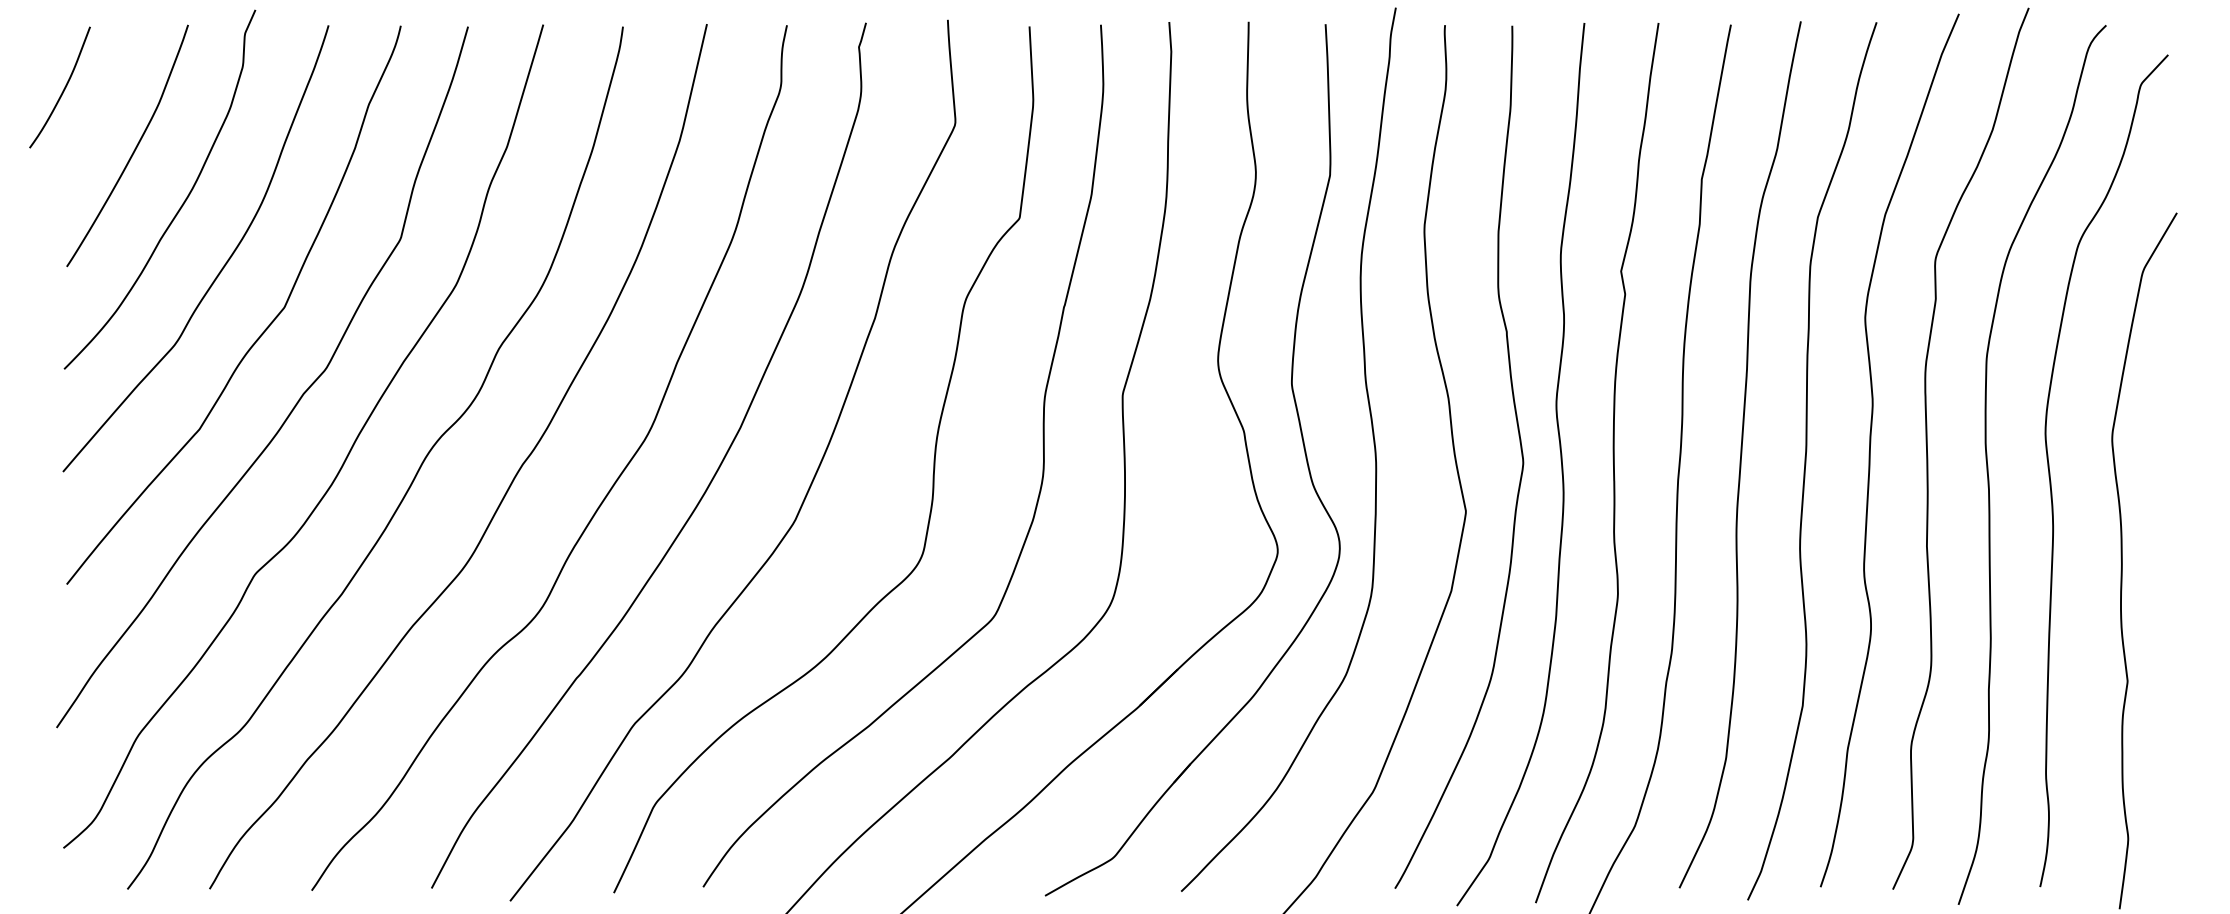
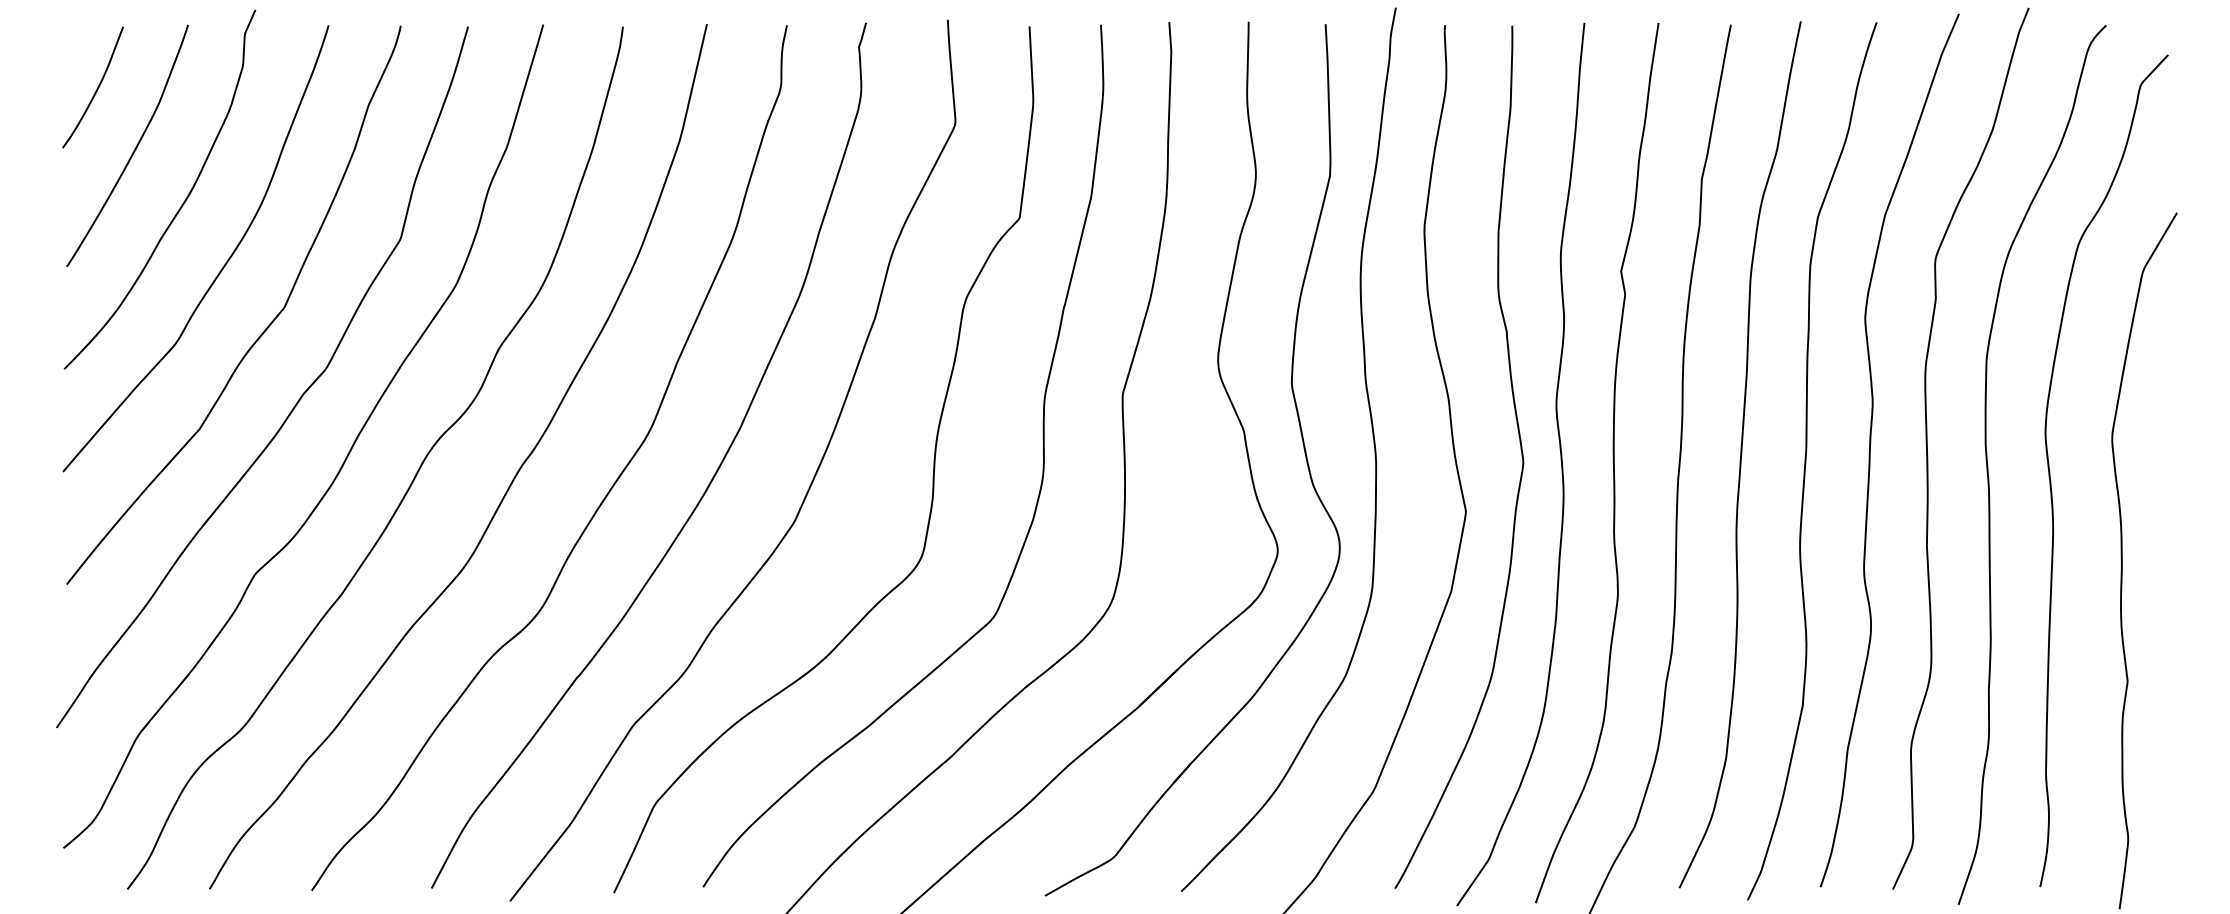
curve at (63, 88) position: (63, 88) -> (96, 88)
